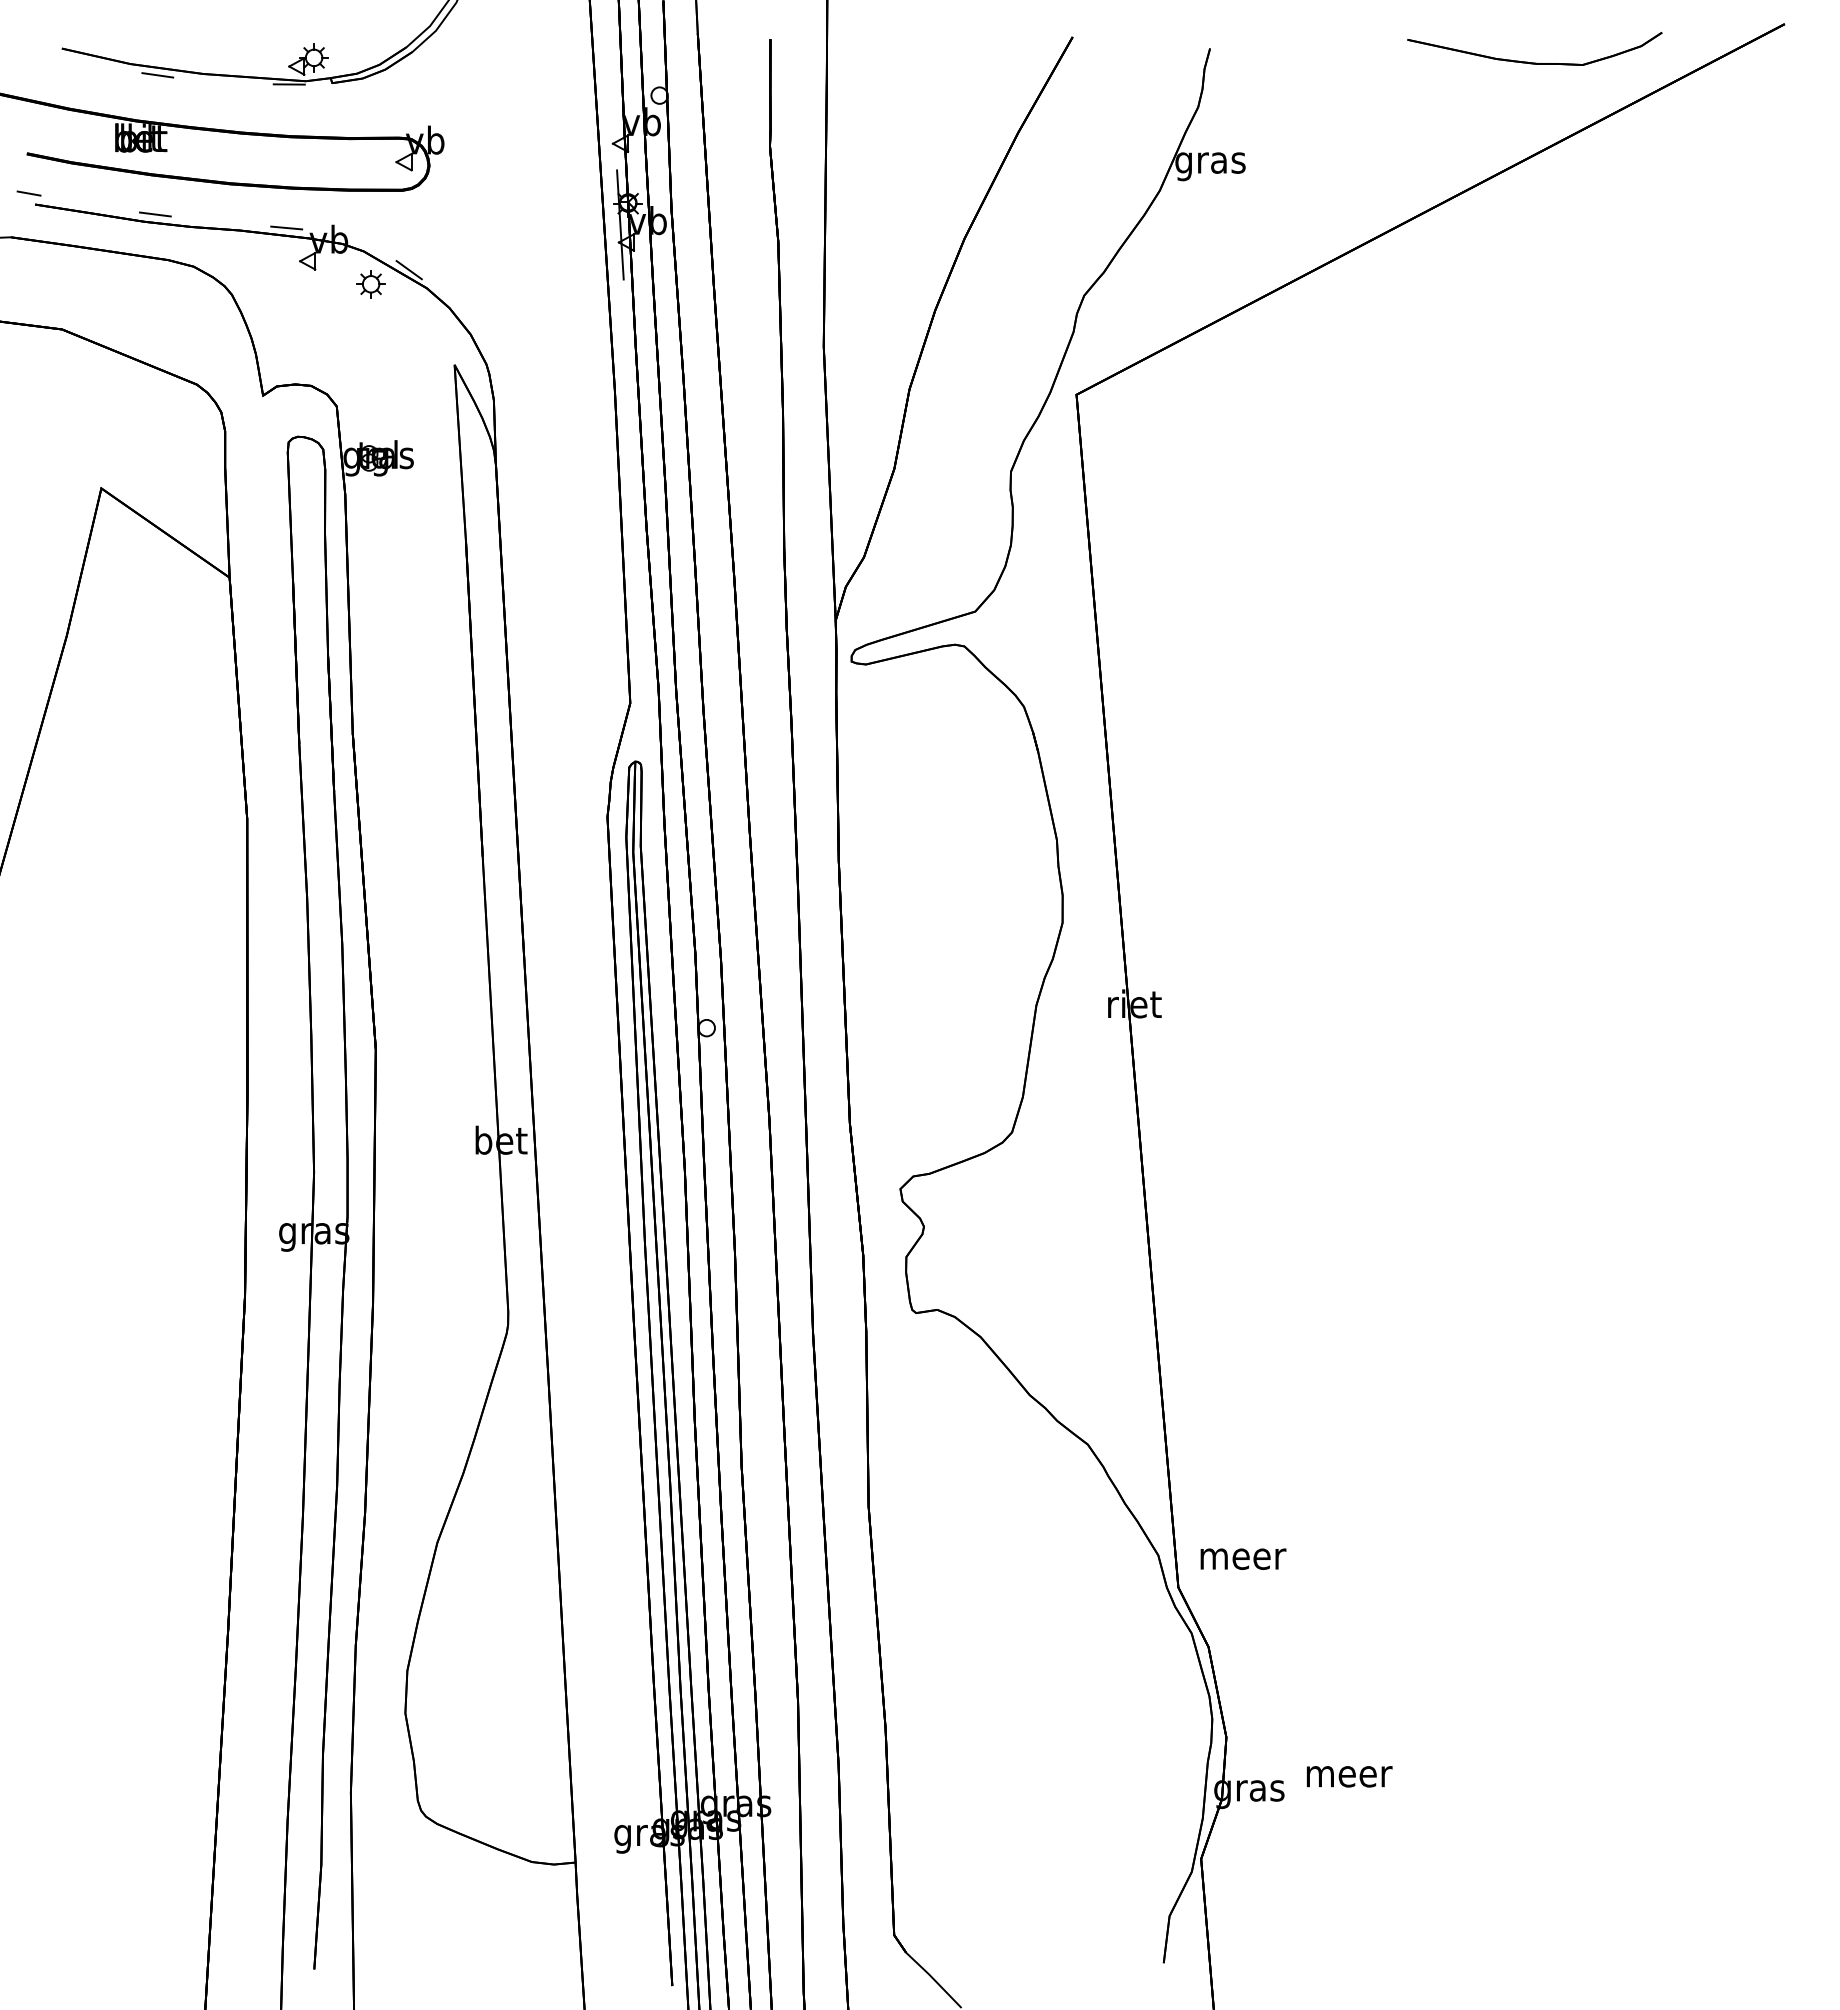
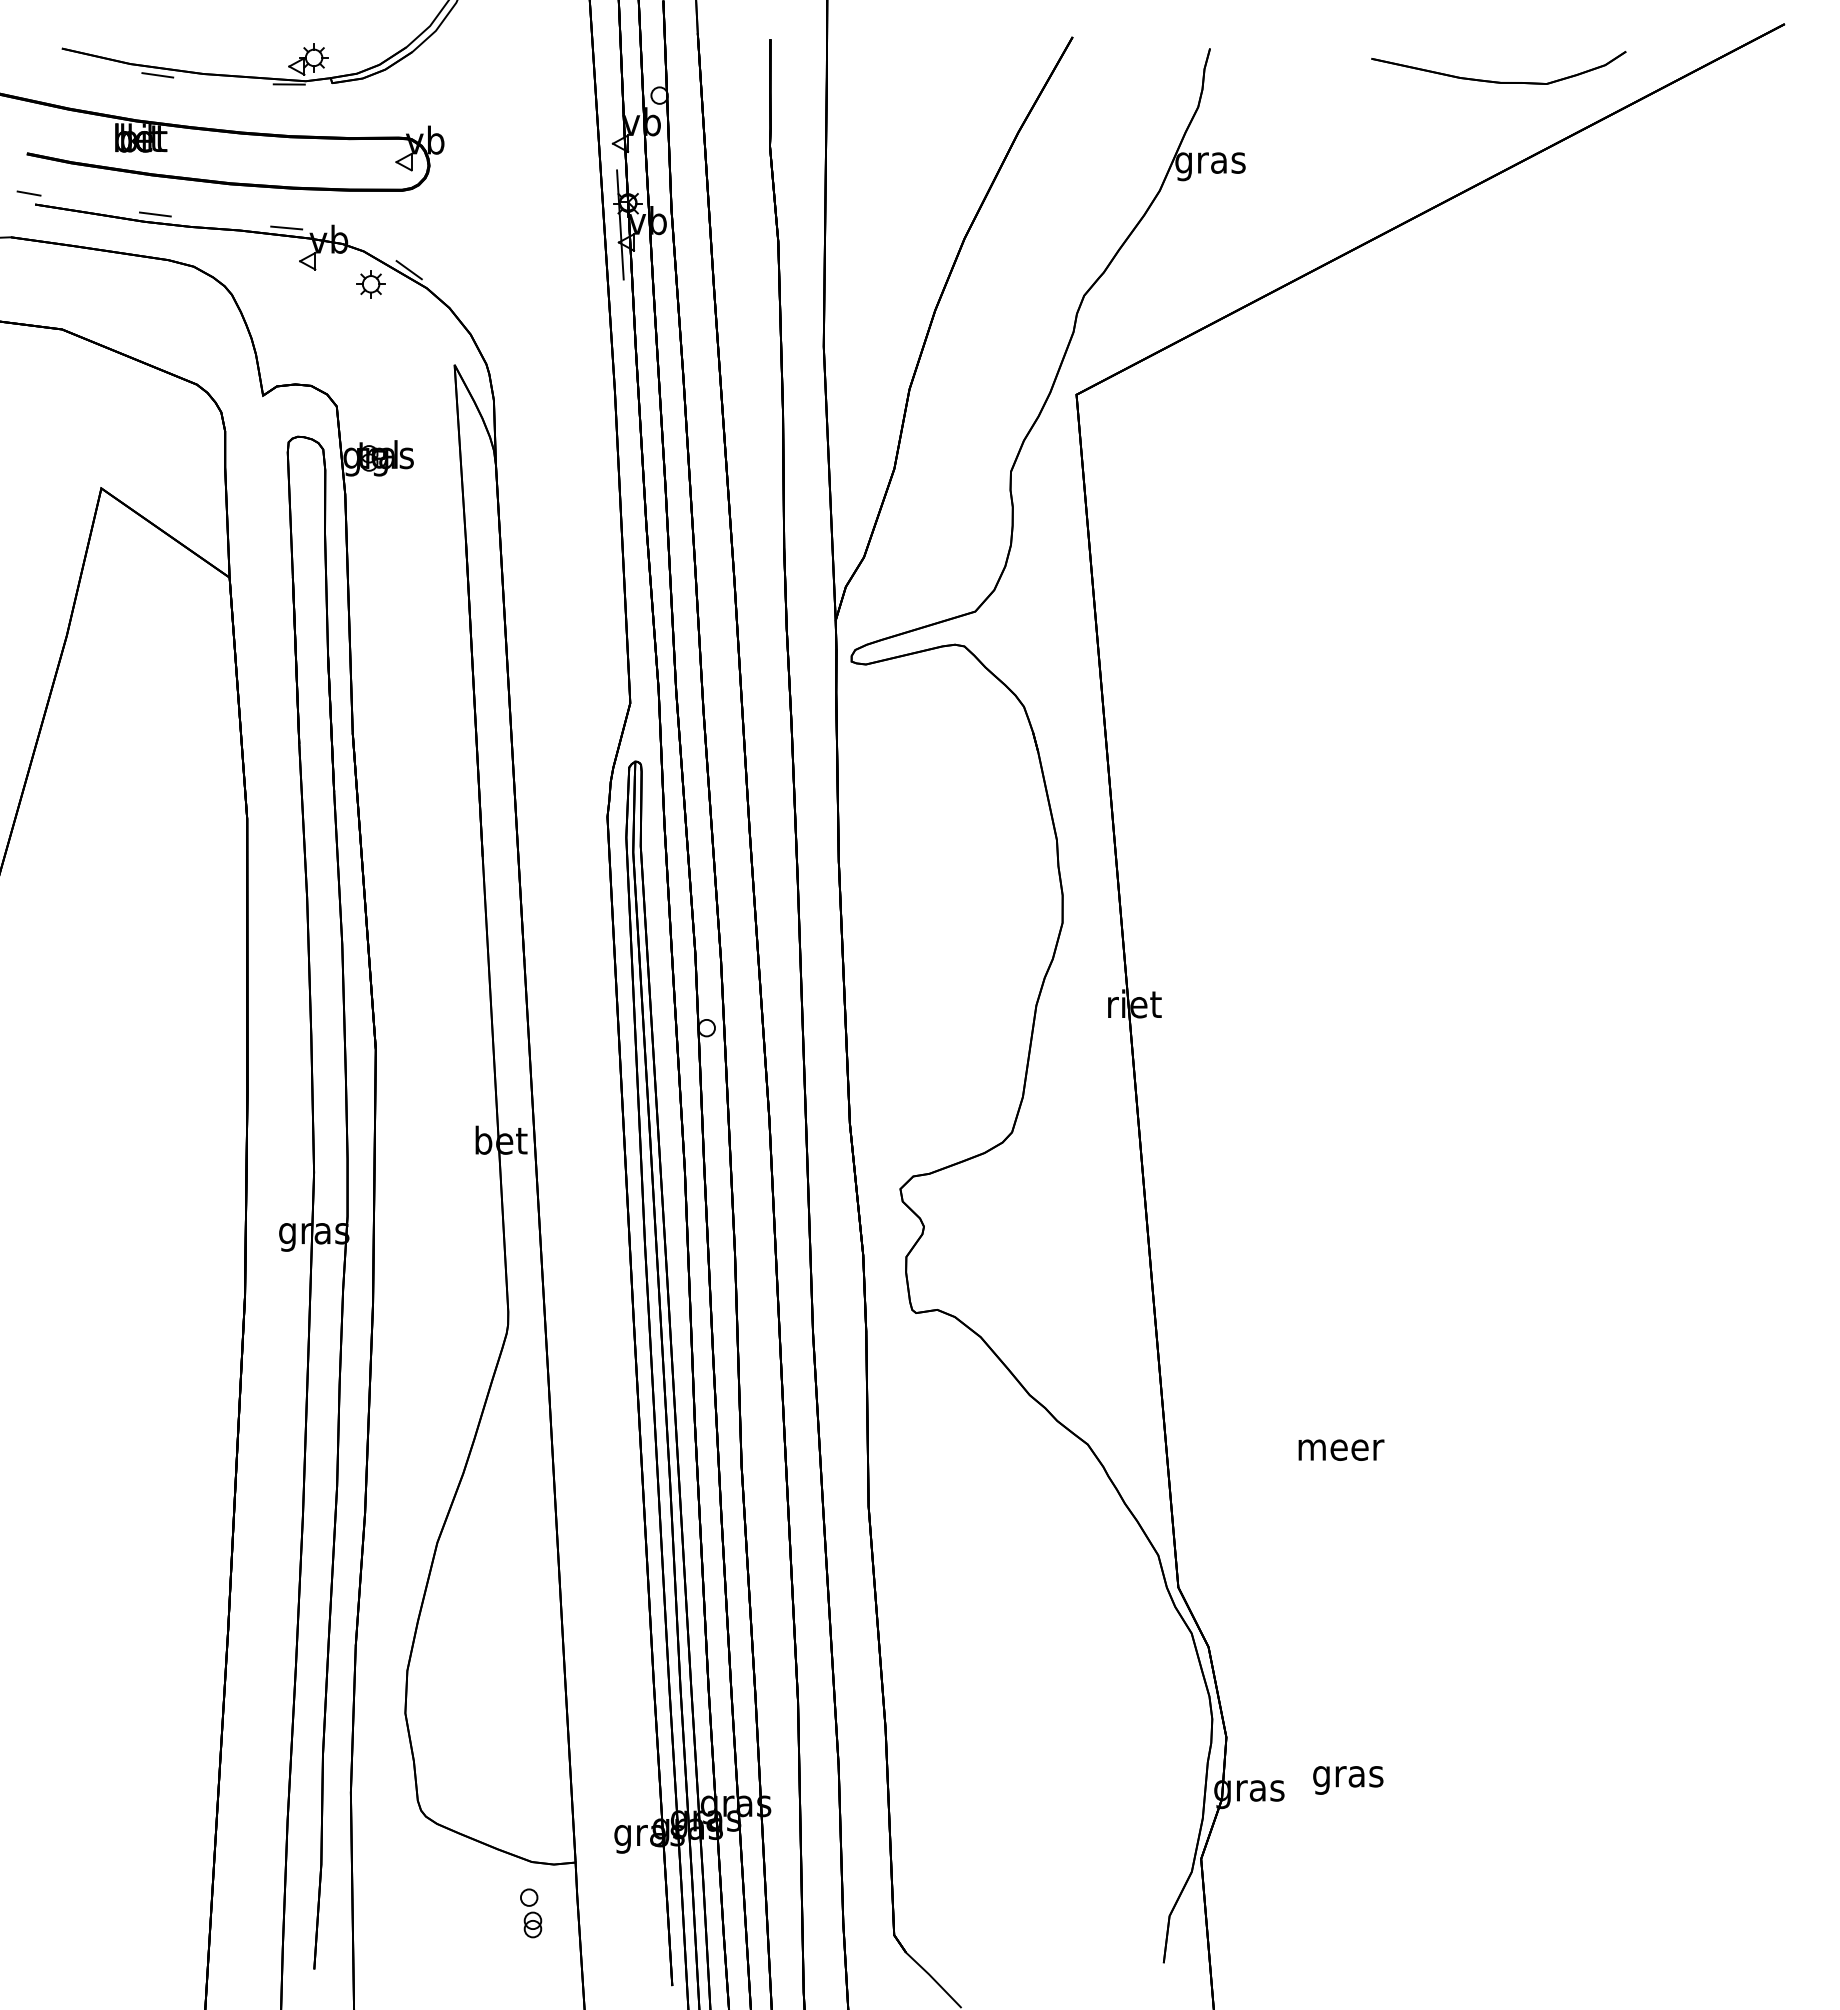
part at (1534, 62) position: (1534, 62) -> (1498, 81)
text at (1243, 1558) position: (1243, 1558) -> (1341, 1449)
text at (1349, 1780): meer -> gras
part at (531, 1913): none -> present
